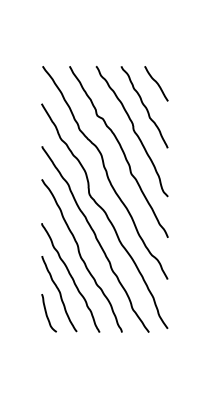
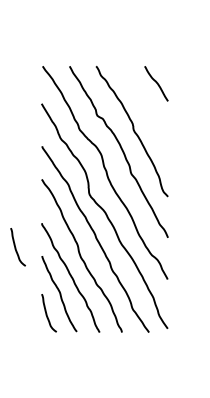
curve at (144, 107): present -> none
curve at (16, 247): none -> present
